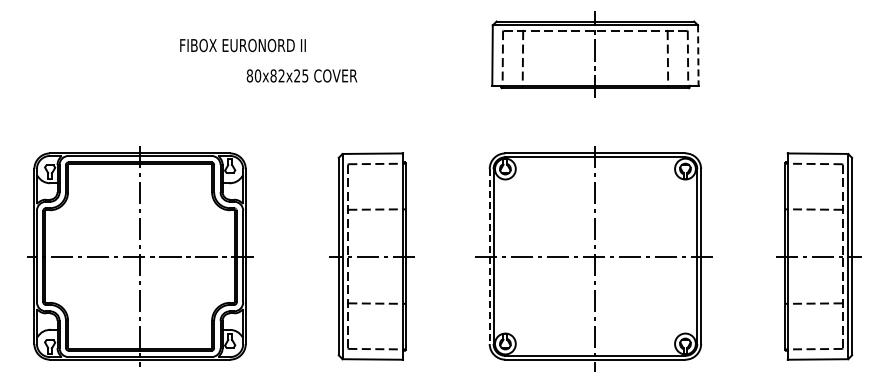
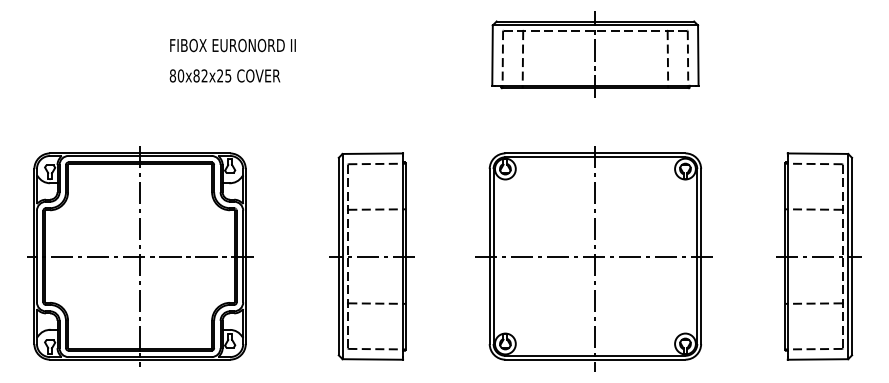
text at (242, 45) position: (242, 45) -> (232, 45)
line at (698, 56): dashed -> solid
text at (301, 75) position: (301, 75) -> (224, 75)
line at (489, 257): dashed -> solid
